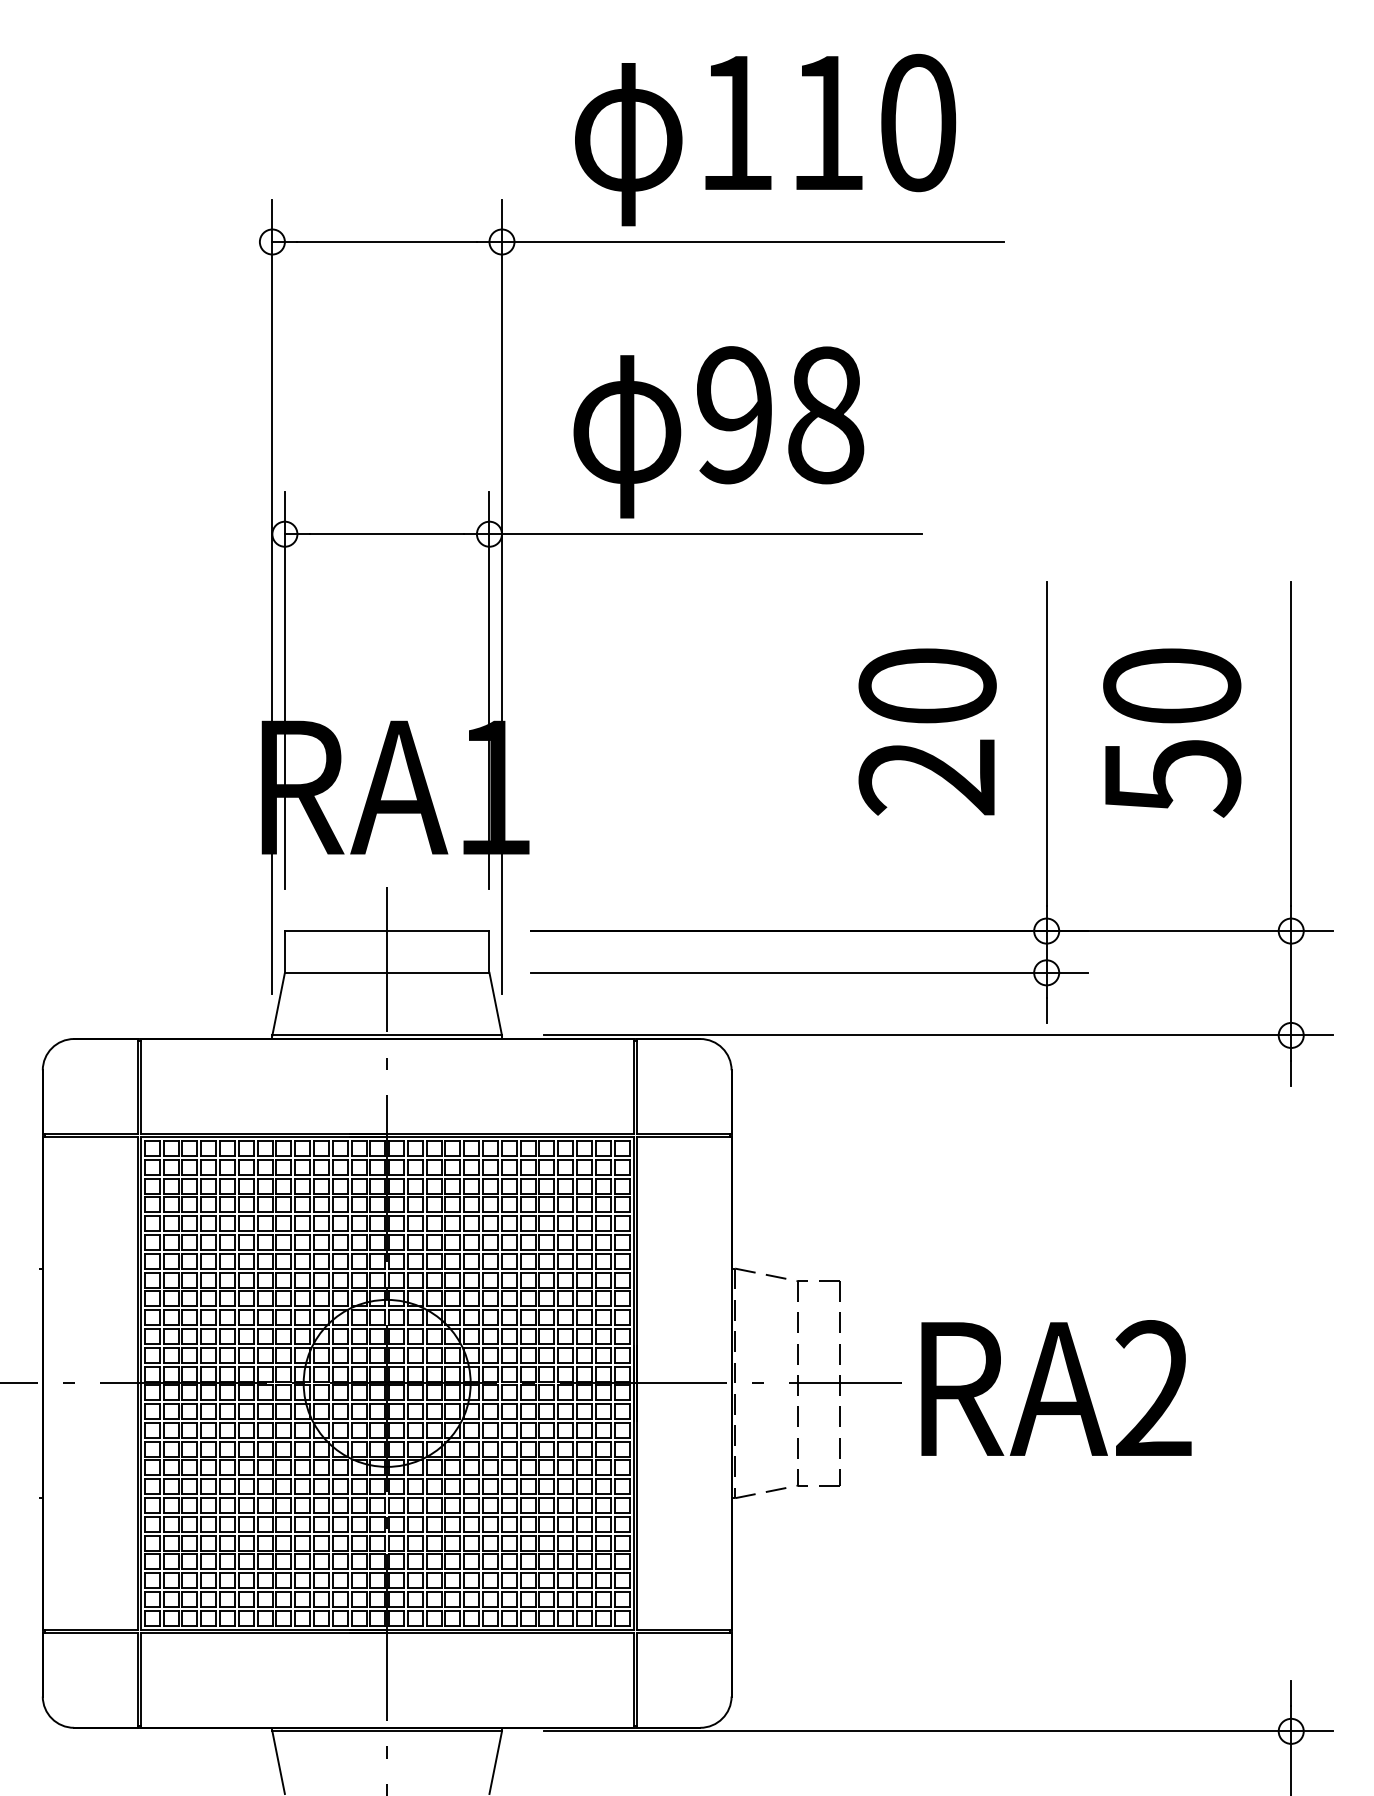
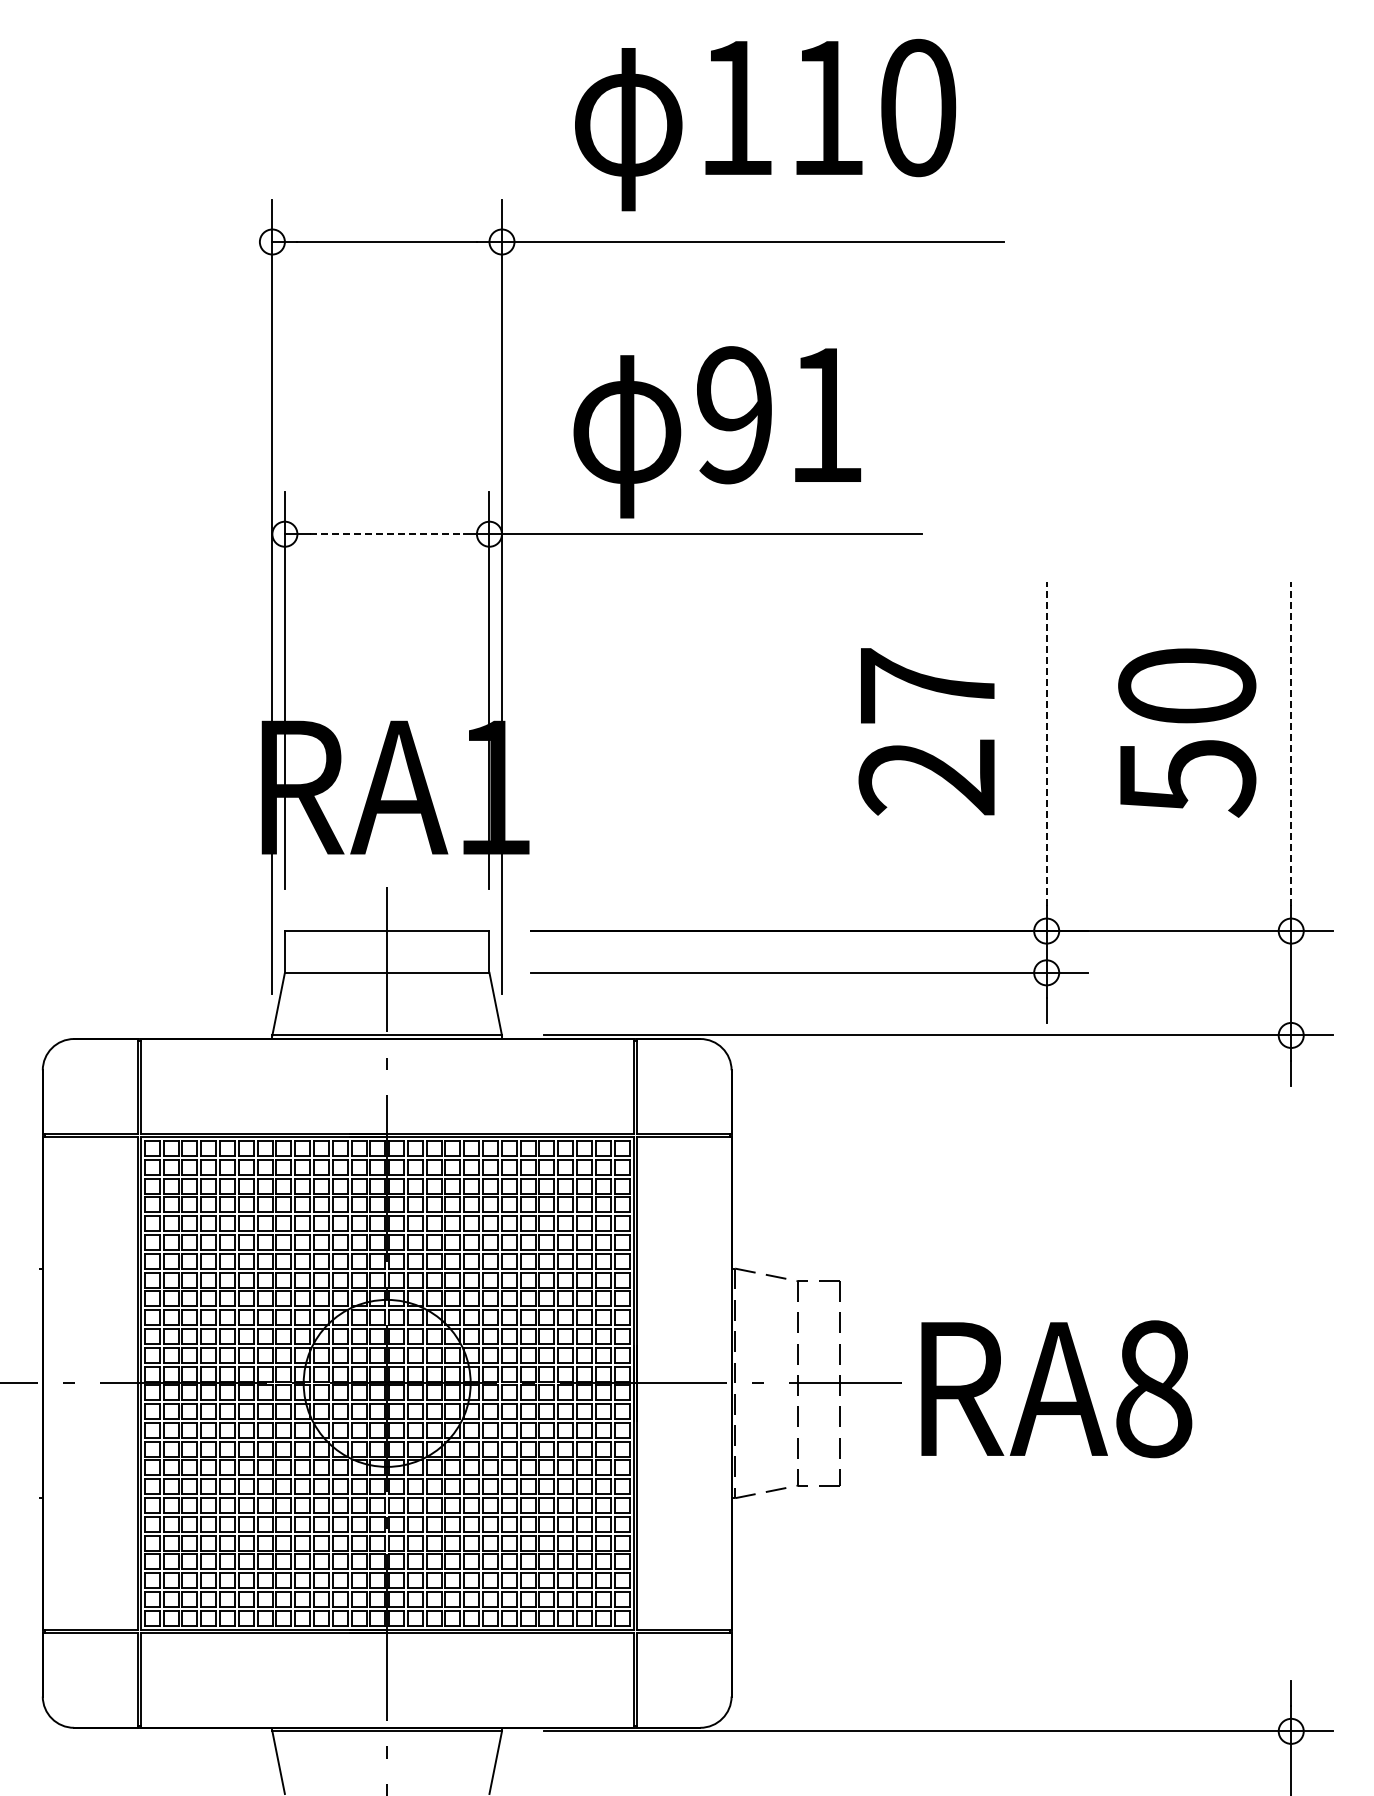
text at (765, 139) position: (765, 139) -> (765, 124)
text at (826, 415): 98 -> 91
line at (387, 534): solid -> dashed
text at (927, 685): 20 -> 27
text at (1172, 732) position: (1172, 732) -> (1187, 732)
line at (1046, 743): solid -> dashed
line at (1291, 743): solid -> dashed
text at (1153, 1389): RA2 -> RA8
